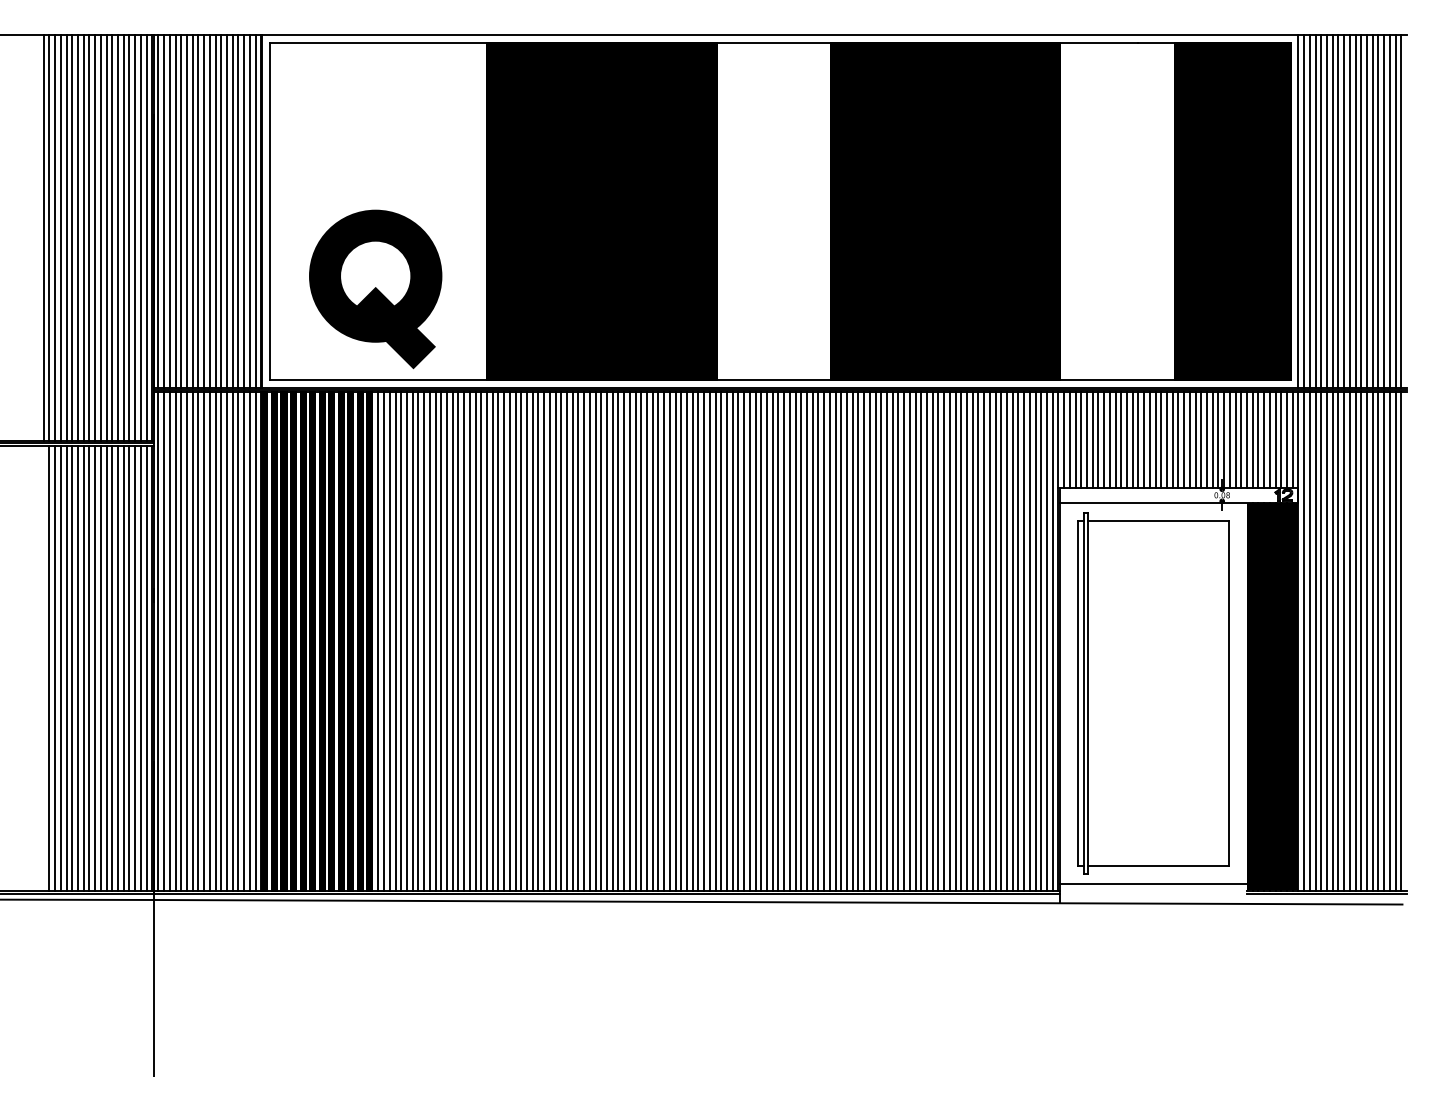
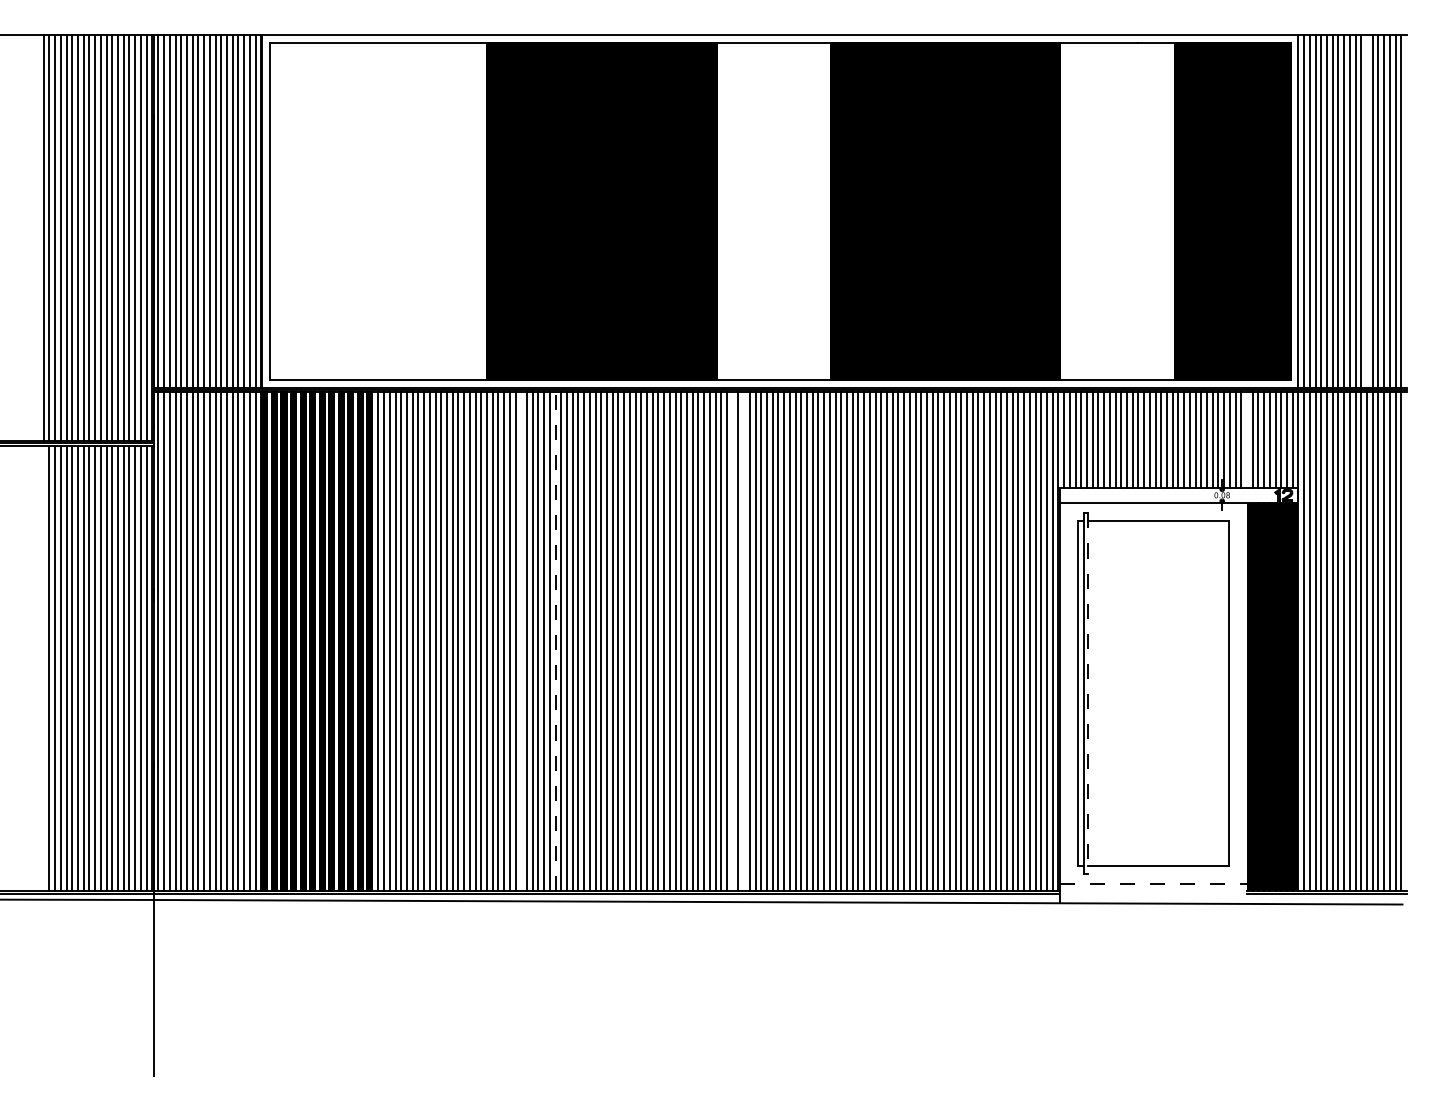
line at (1366, 211): present -> none
part at (375, 289): present -> none
line at (1246, 439): present -> none
line at (521, 641): present -> none
line at (555, 641): solid -> dashed
line at (732, 641): present -> none
line at (744, 641): present -> none
line at (1088, 694): solid -> dashed
line at (1153, 884): solid -> dashed
